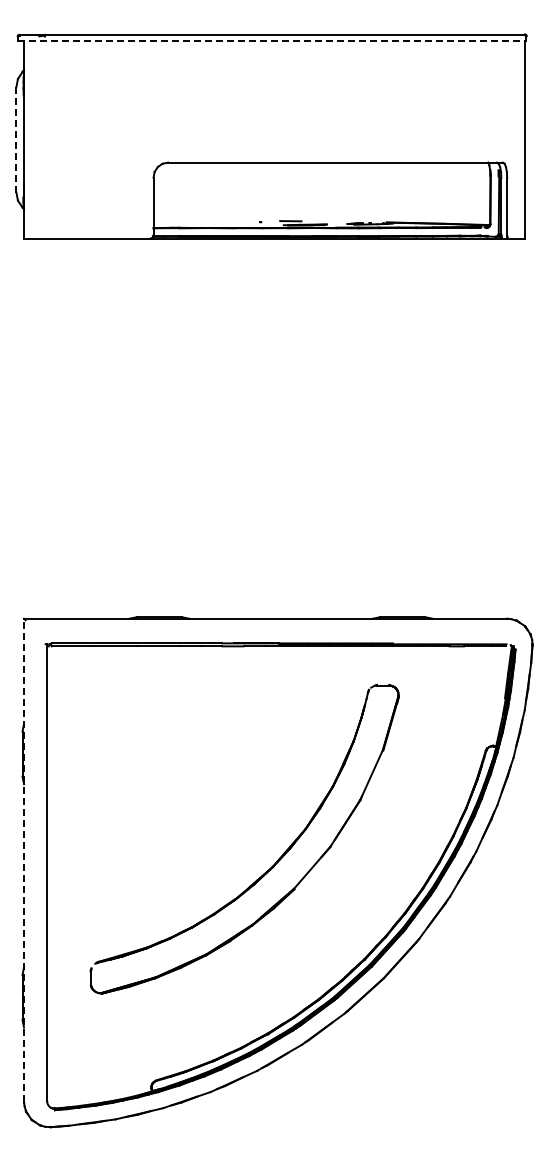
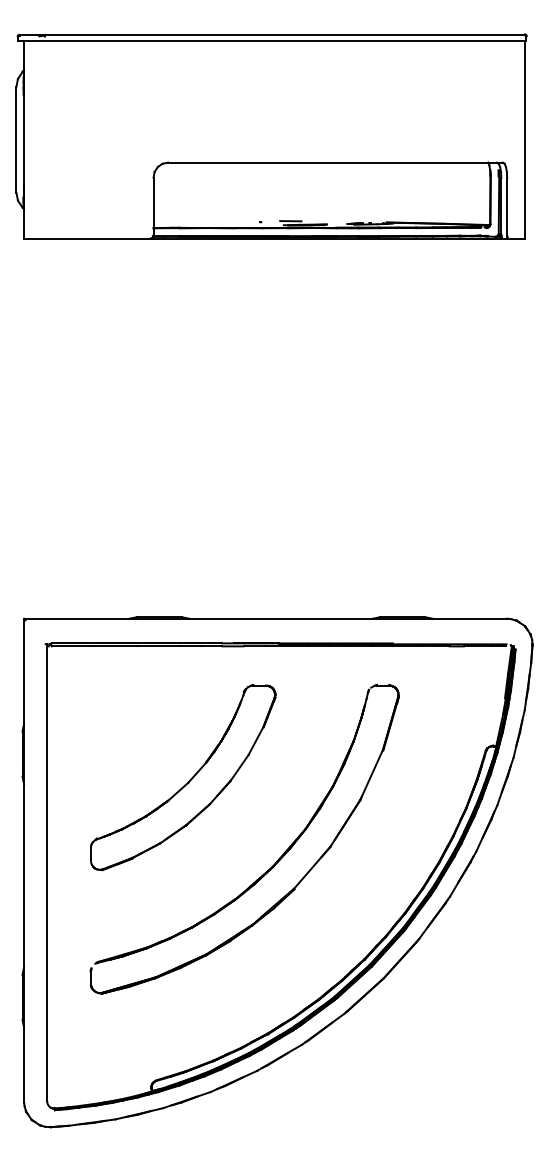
line at (272, 40): dashed -> solid
line at (16, 139): dashed -> solid
part at (189, 779): none -> present
line at (24, 859): dashed -> solid
